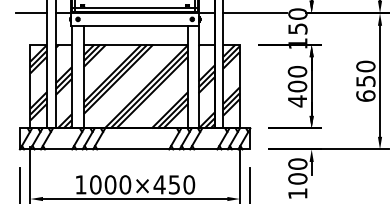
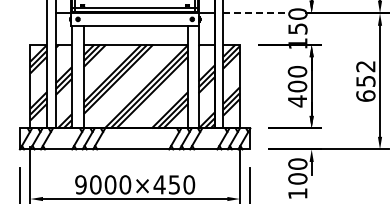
line at (30, 13): present -> none
line at (255, 13): solid -> dashed
text at (365, 66): 650 -> 652
text at (80, 184): 1000×450 -> 9000×450
